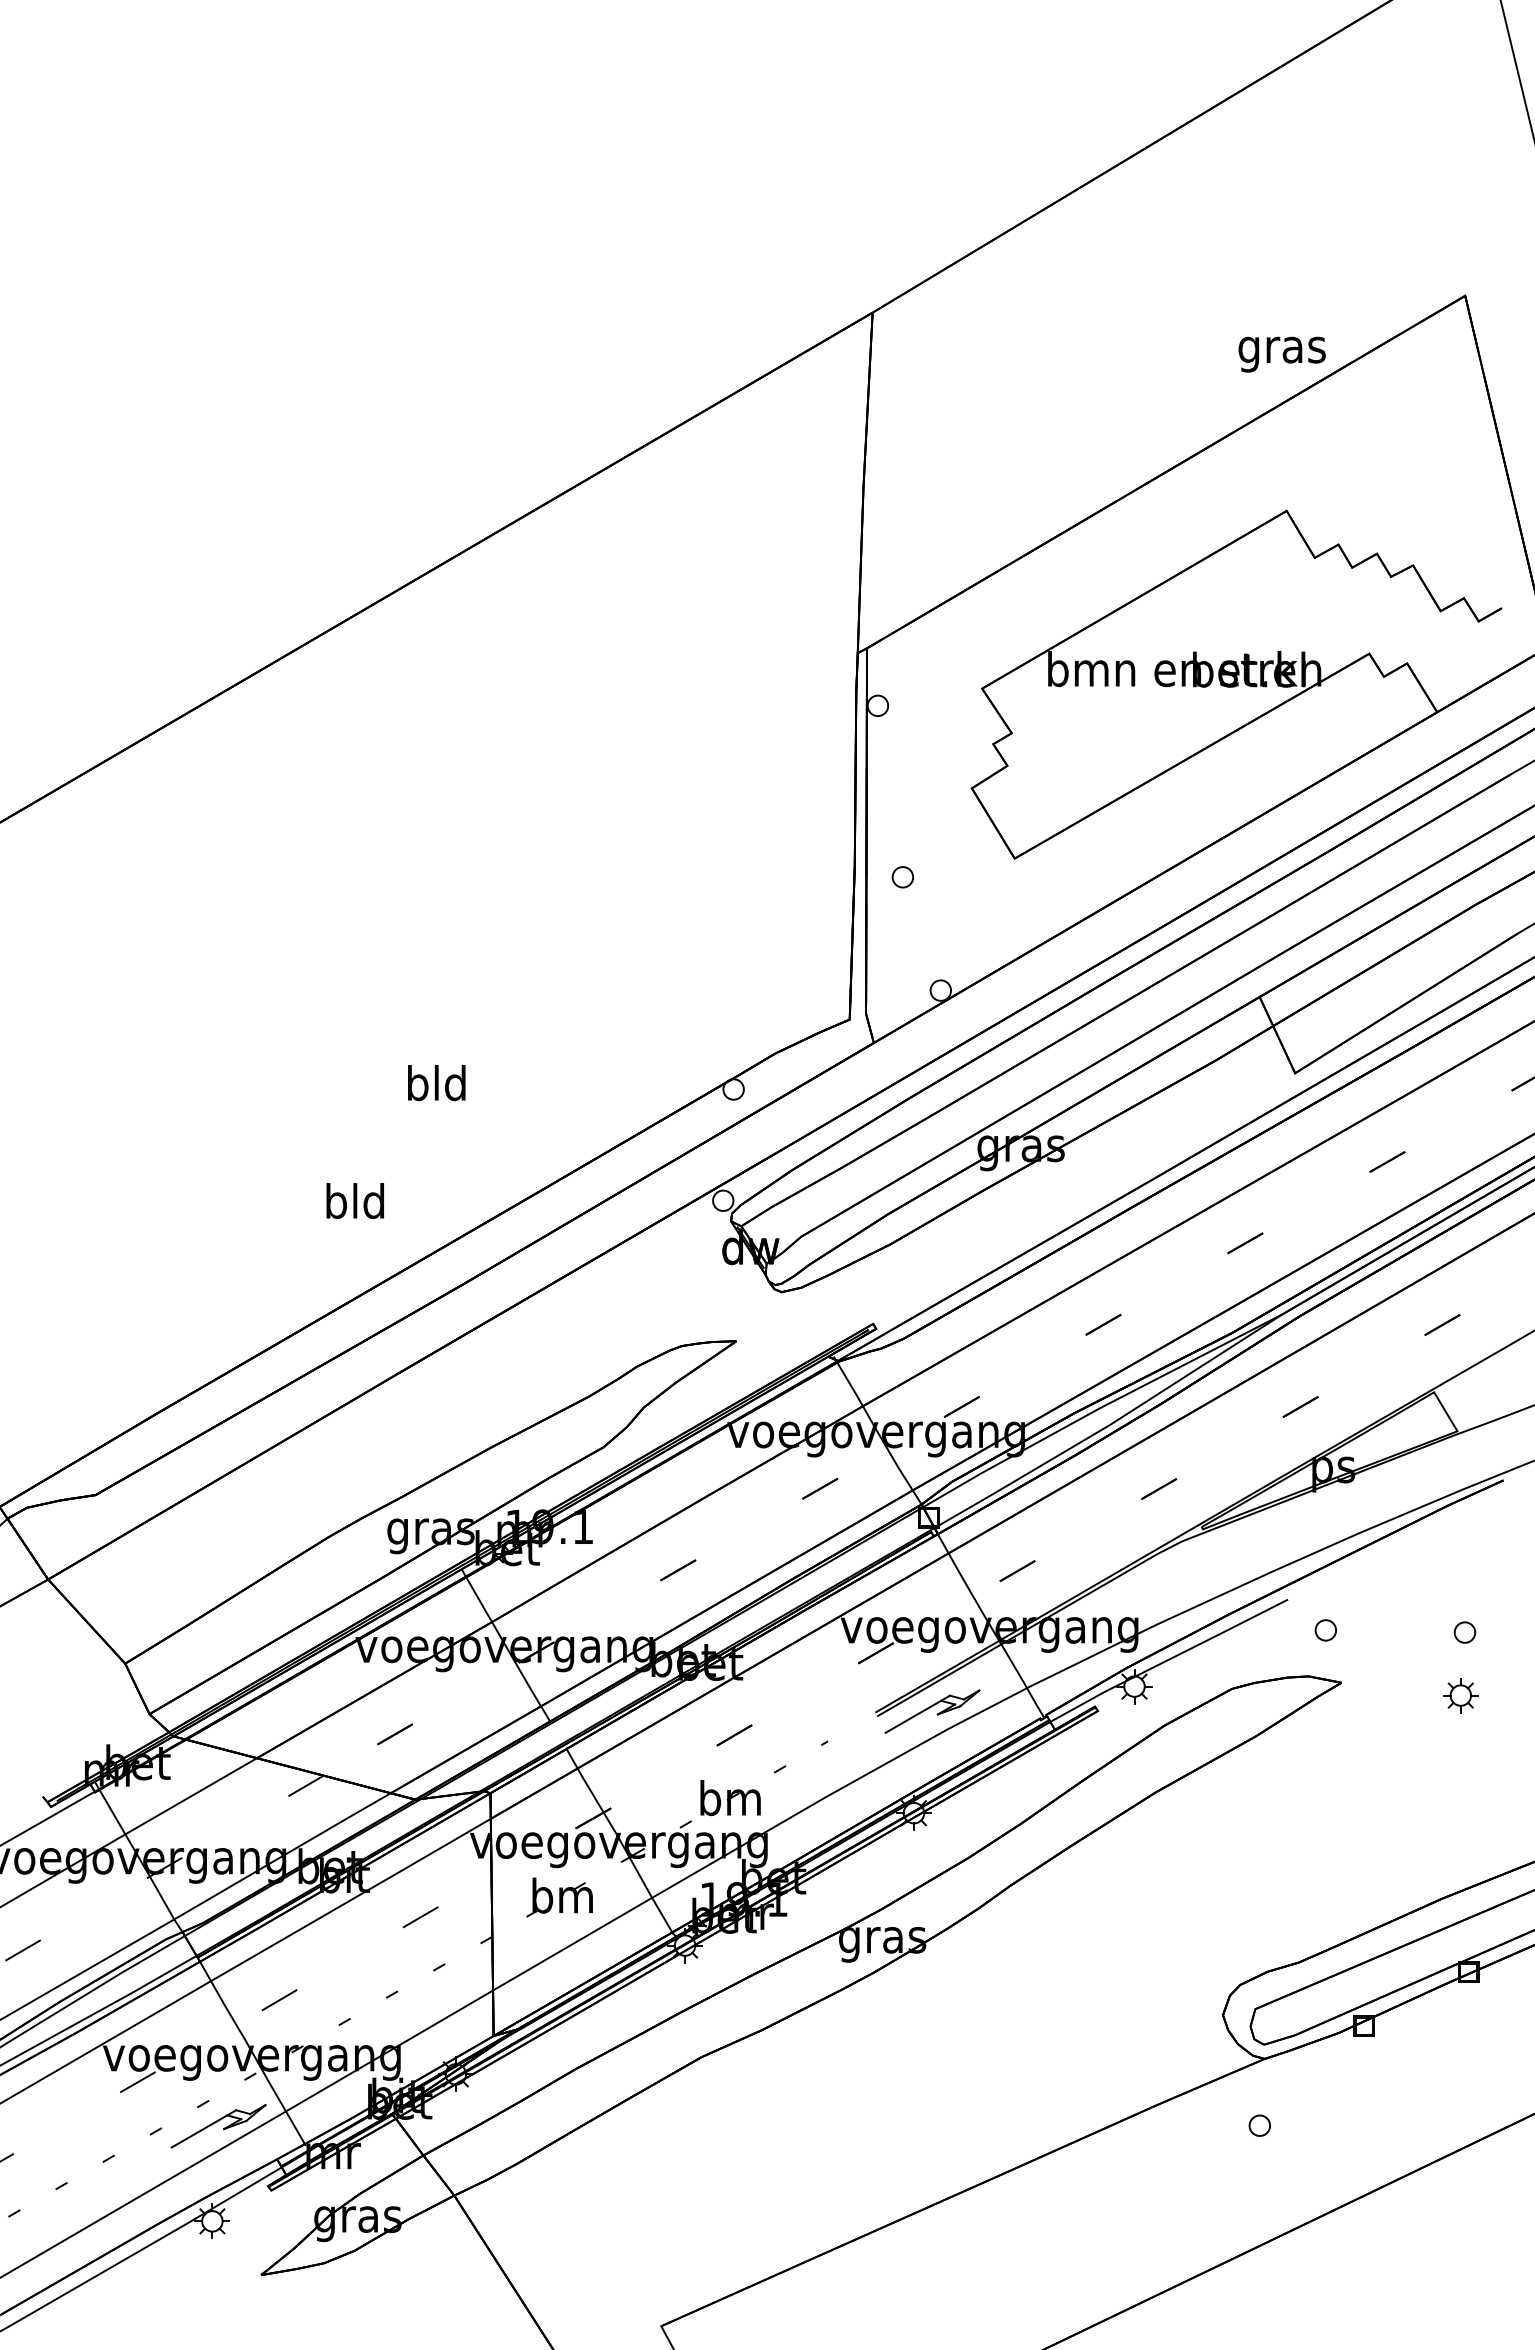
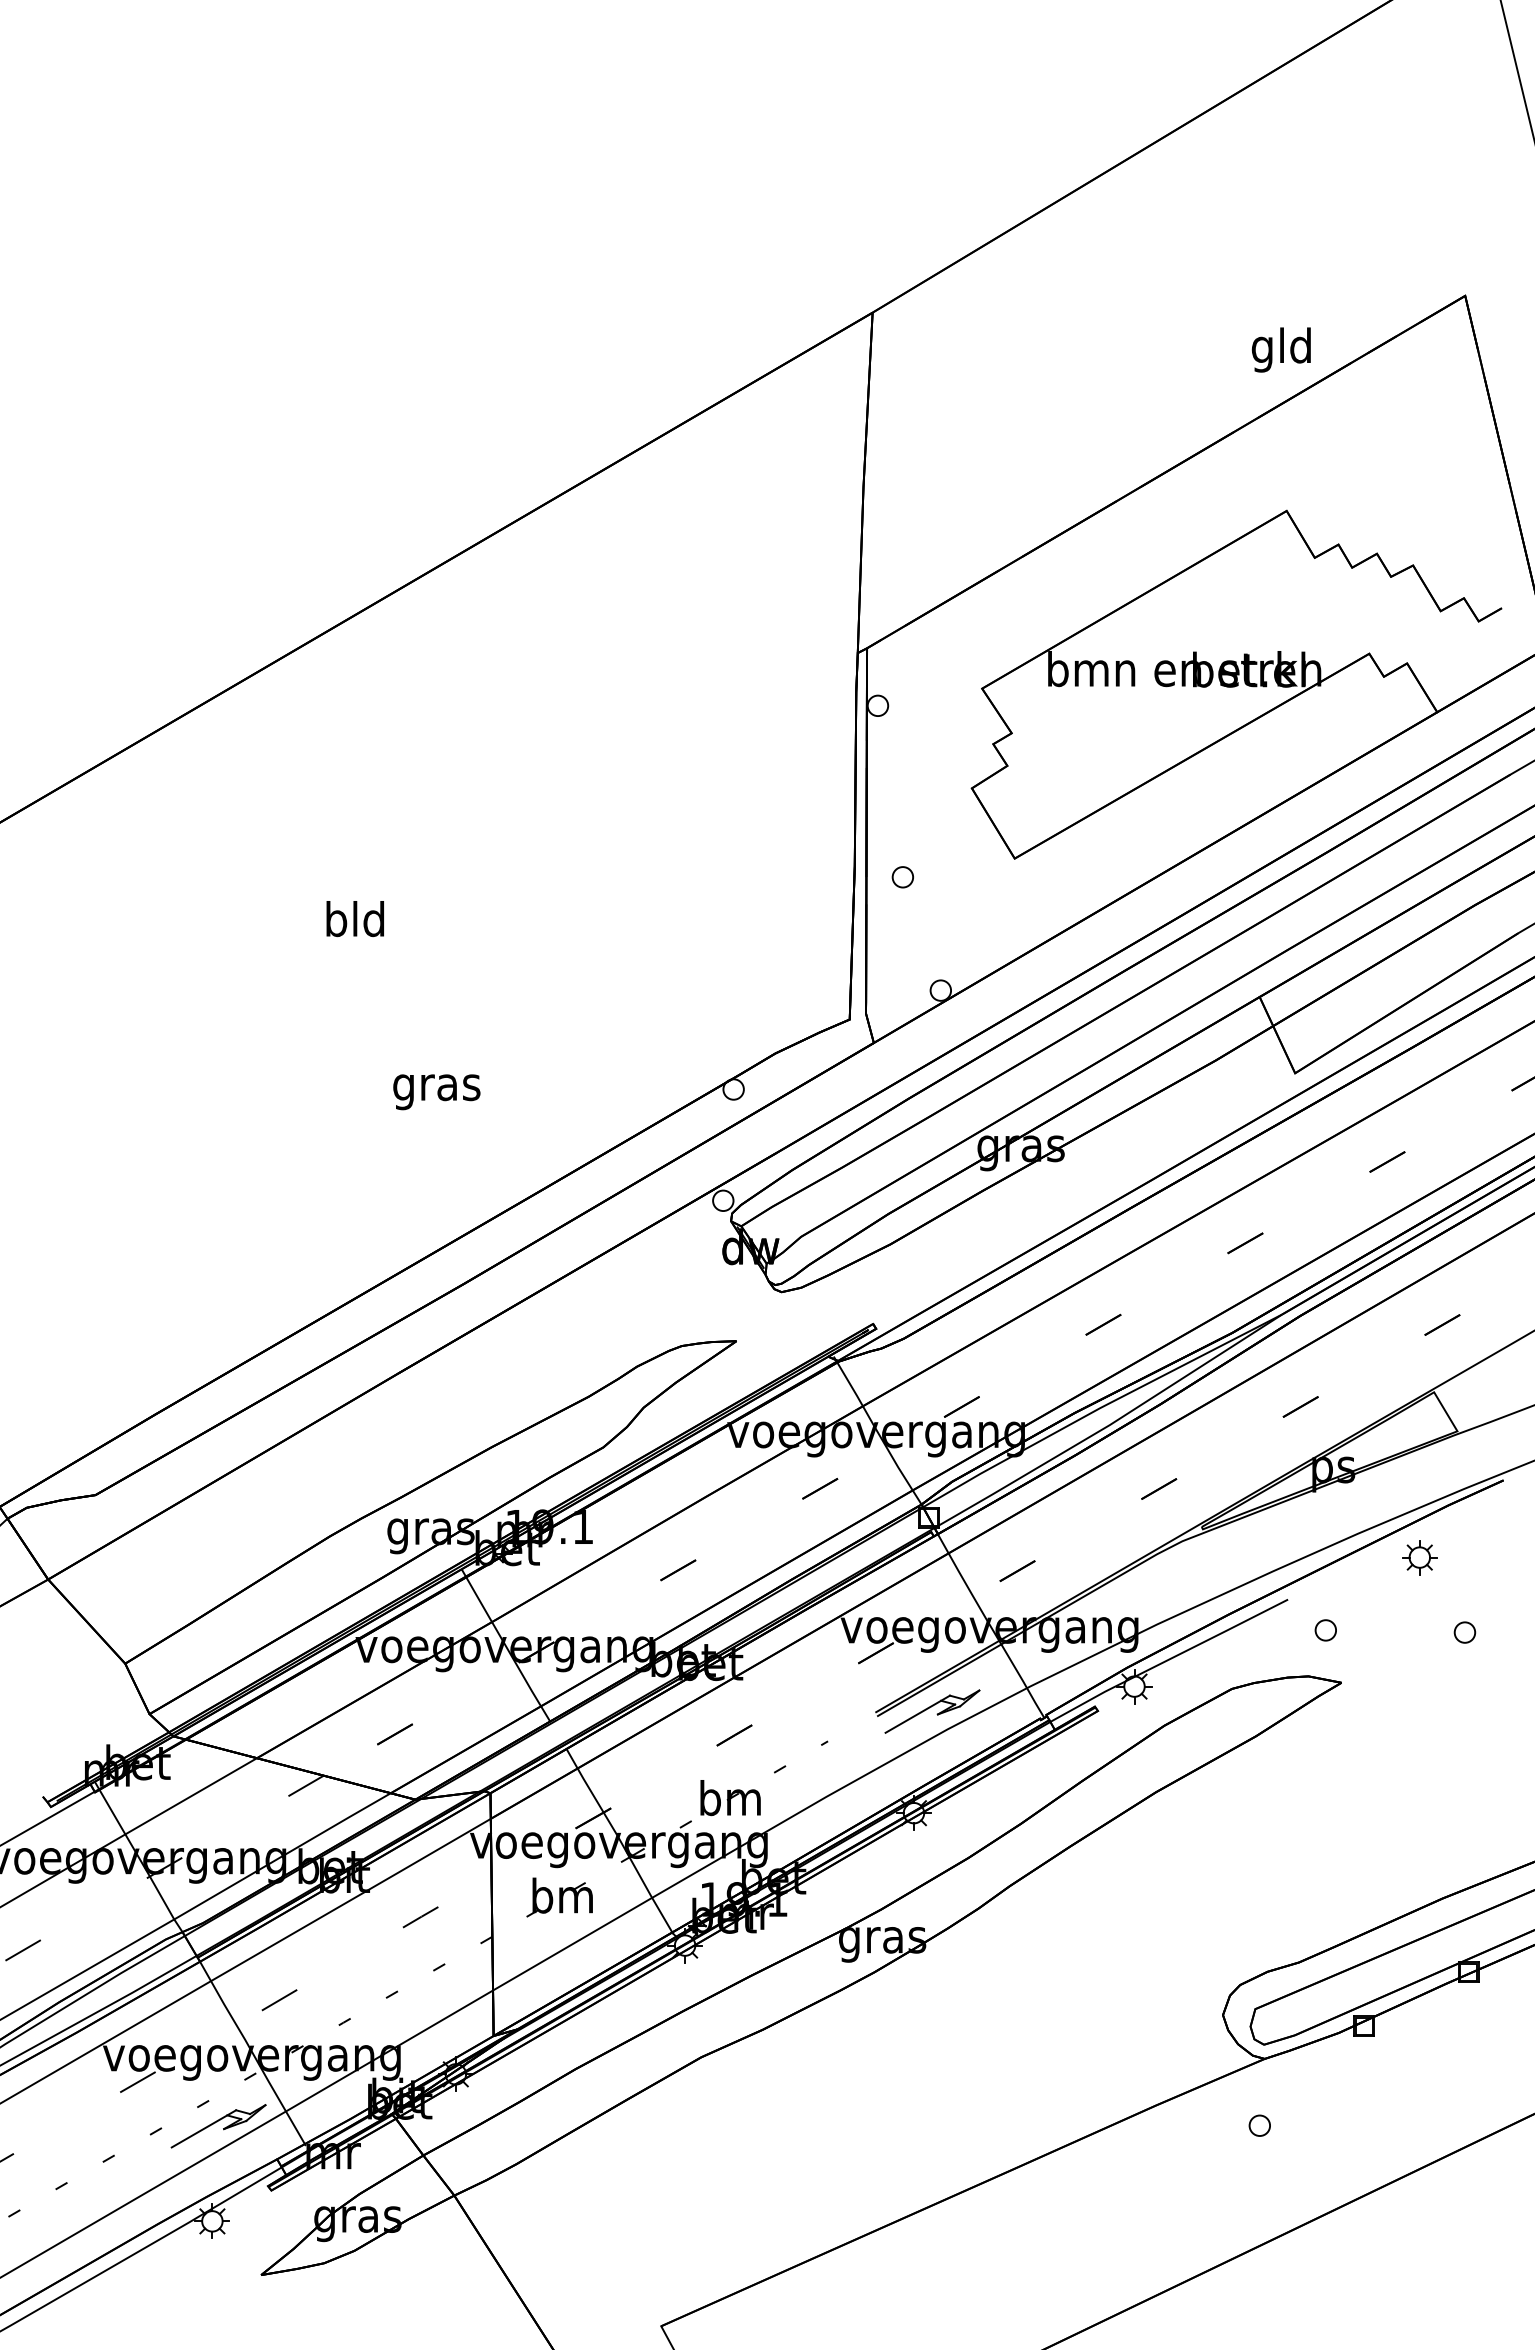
text at (1281, 349): gras -> gld
text at (436, 1087): bld -> gras
text at (354, 1201) position: (354, 1201) -> (354, 919)
part at (1460, 1695) position: (1460, 1695) -> (1419, 1557)
